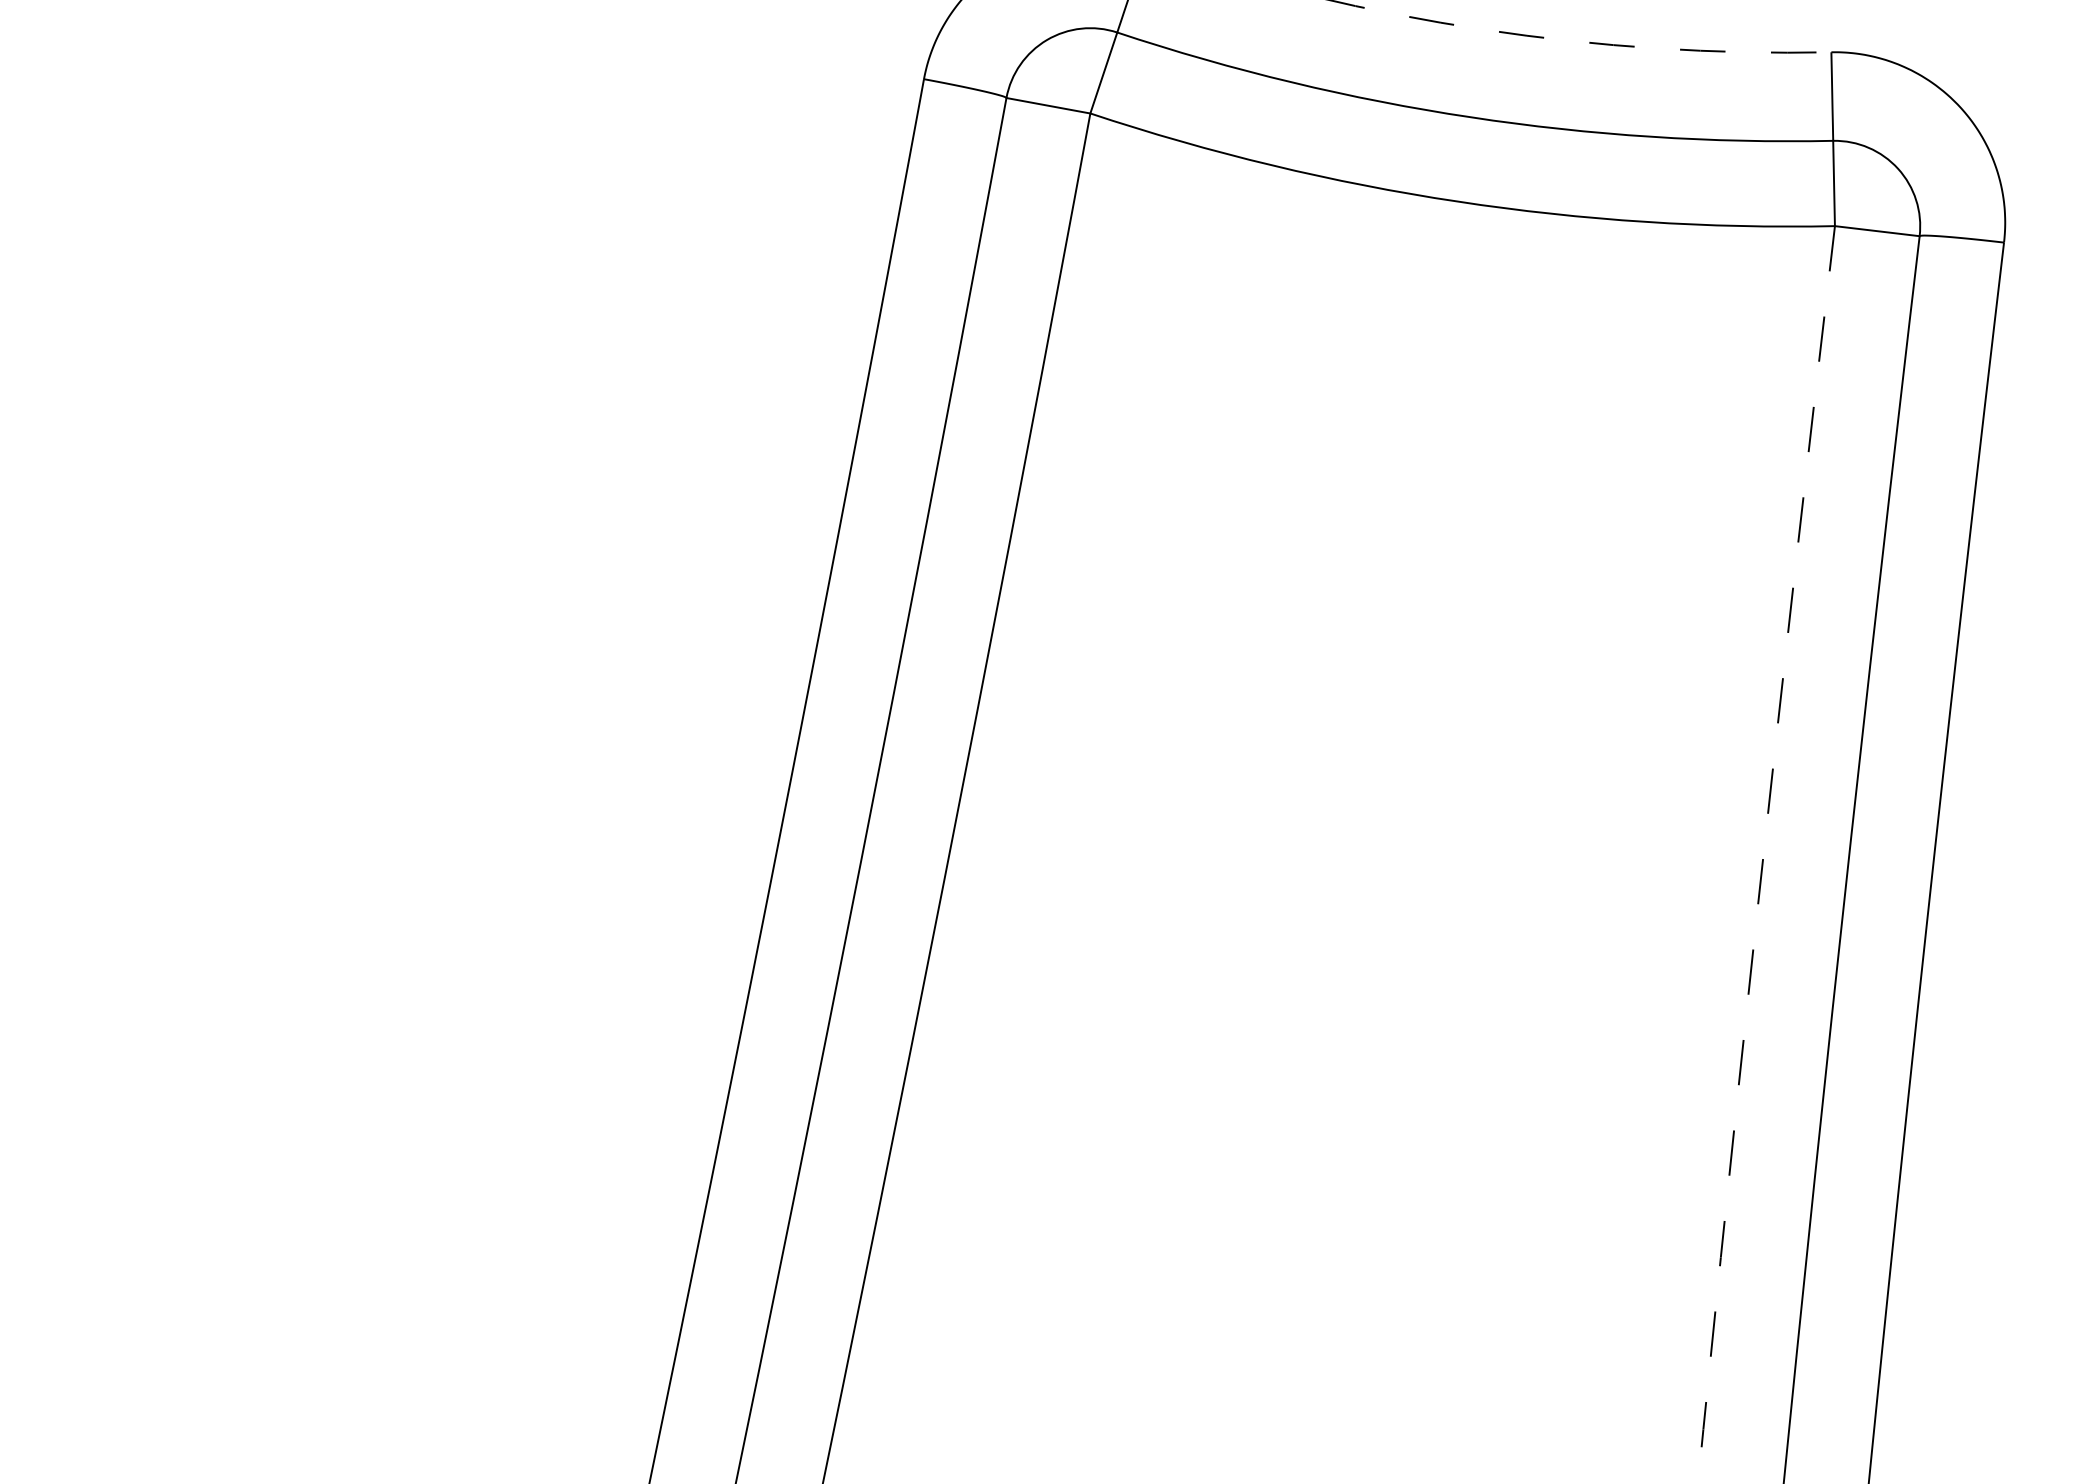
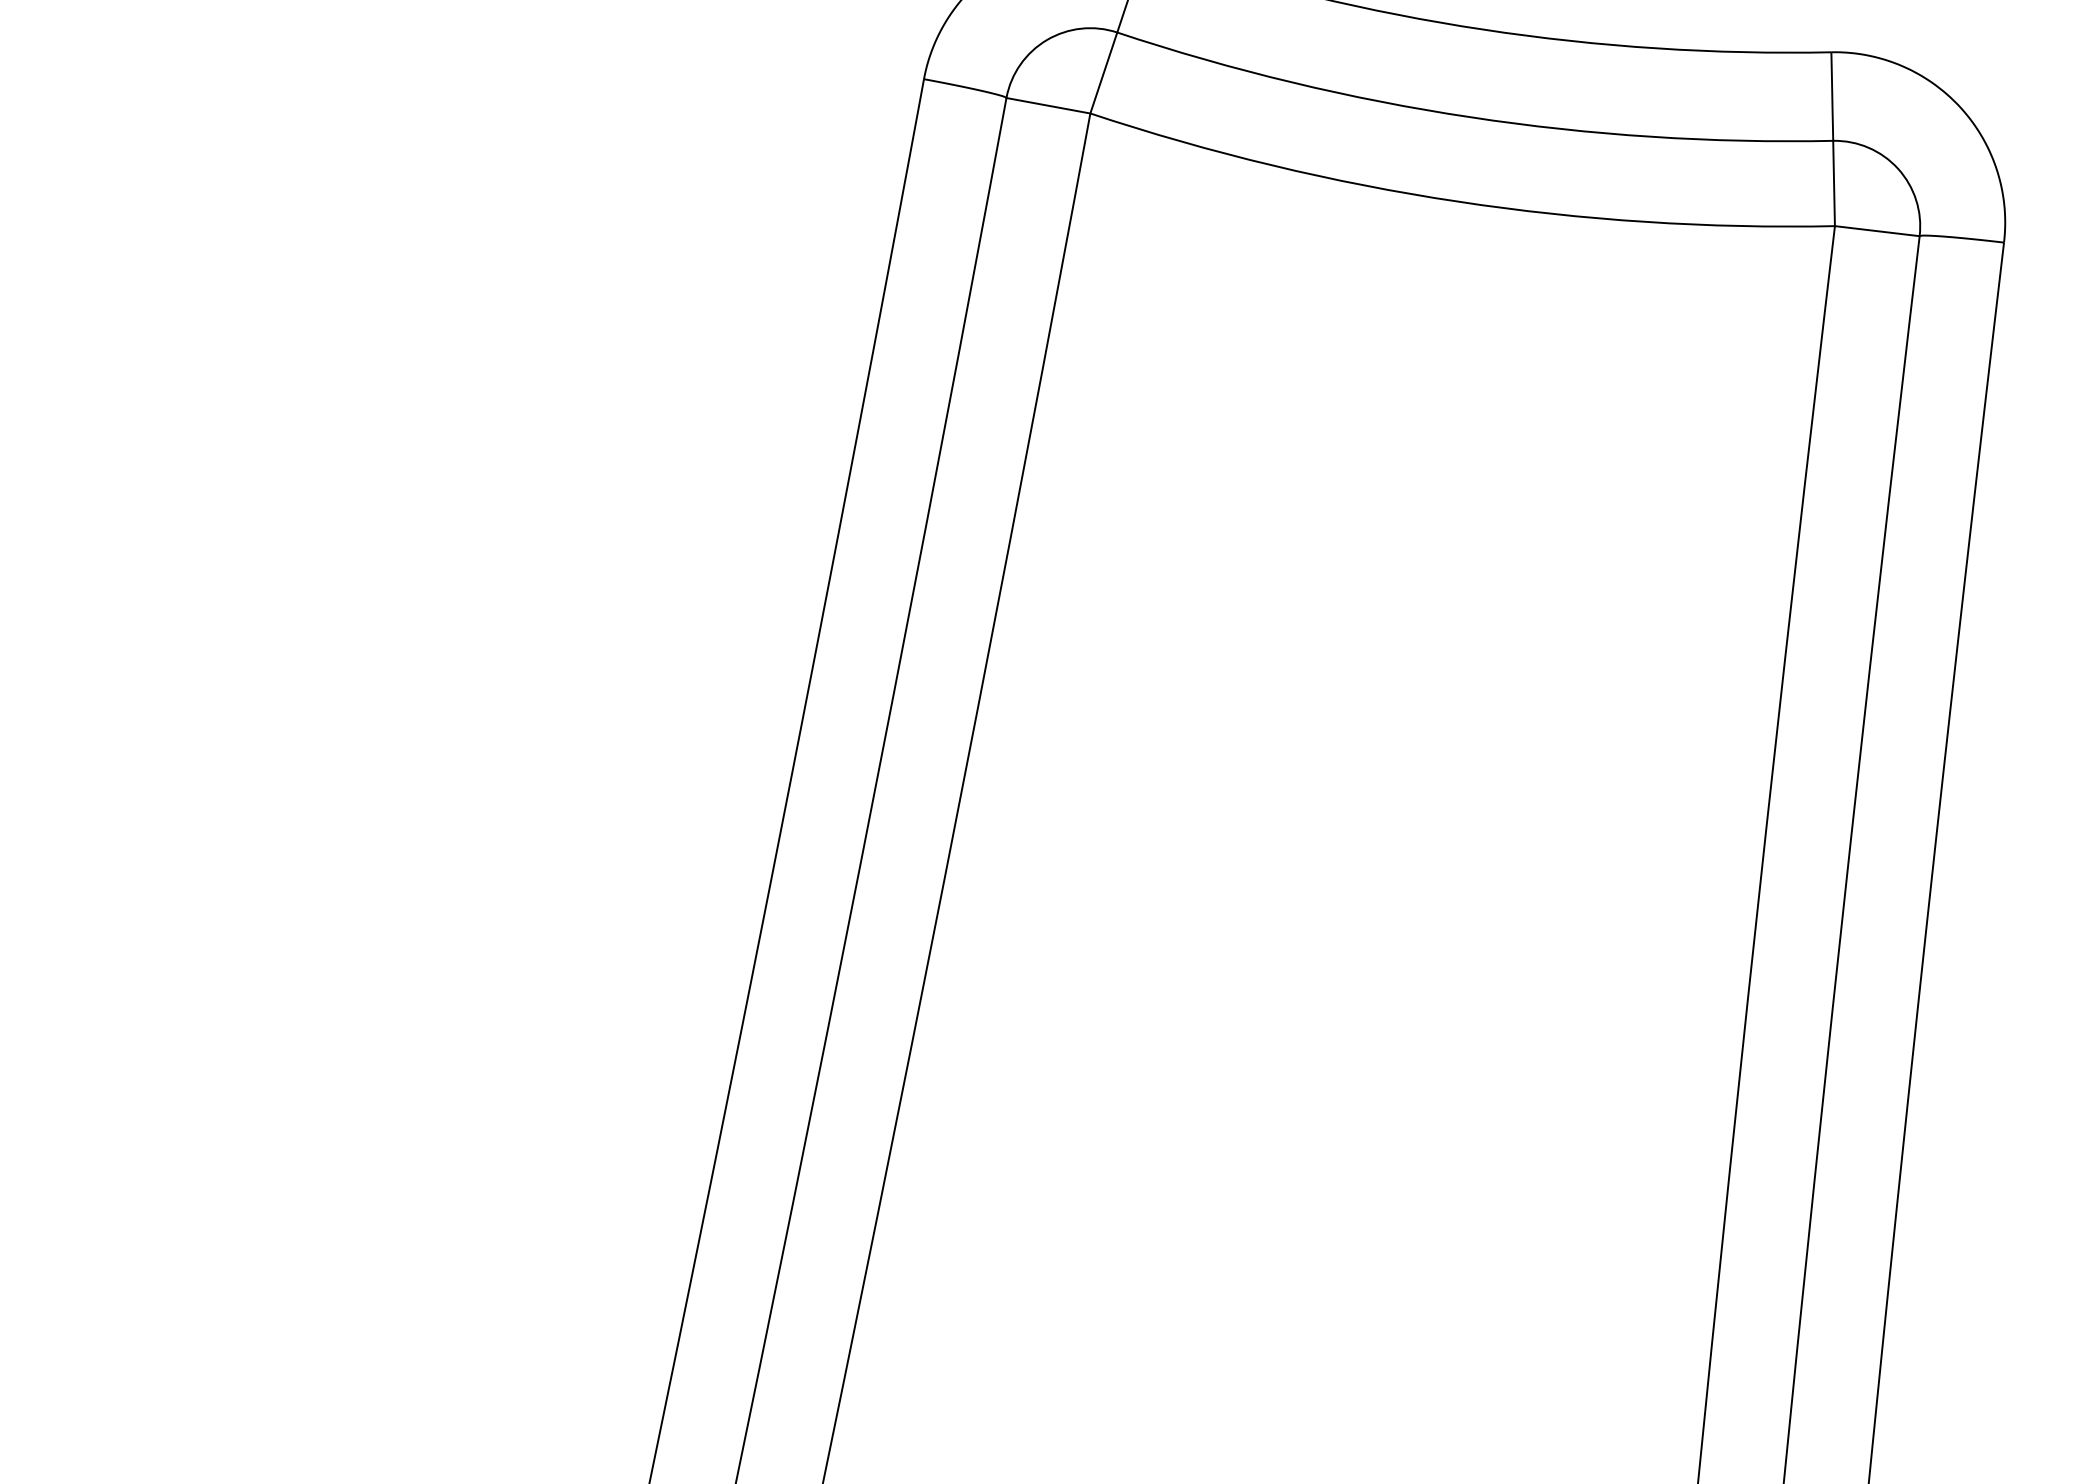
arc at (1578, 41): dashed -> solid
arc at (1763, 854): dashed -> solid
